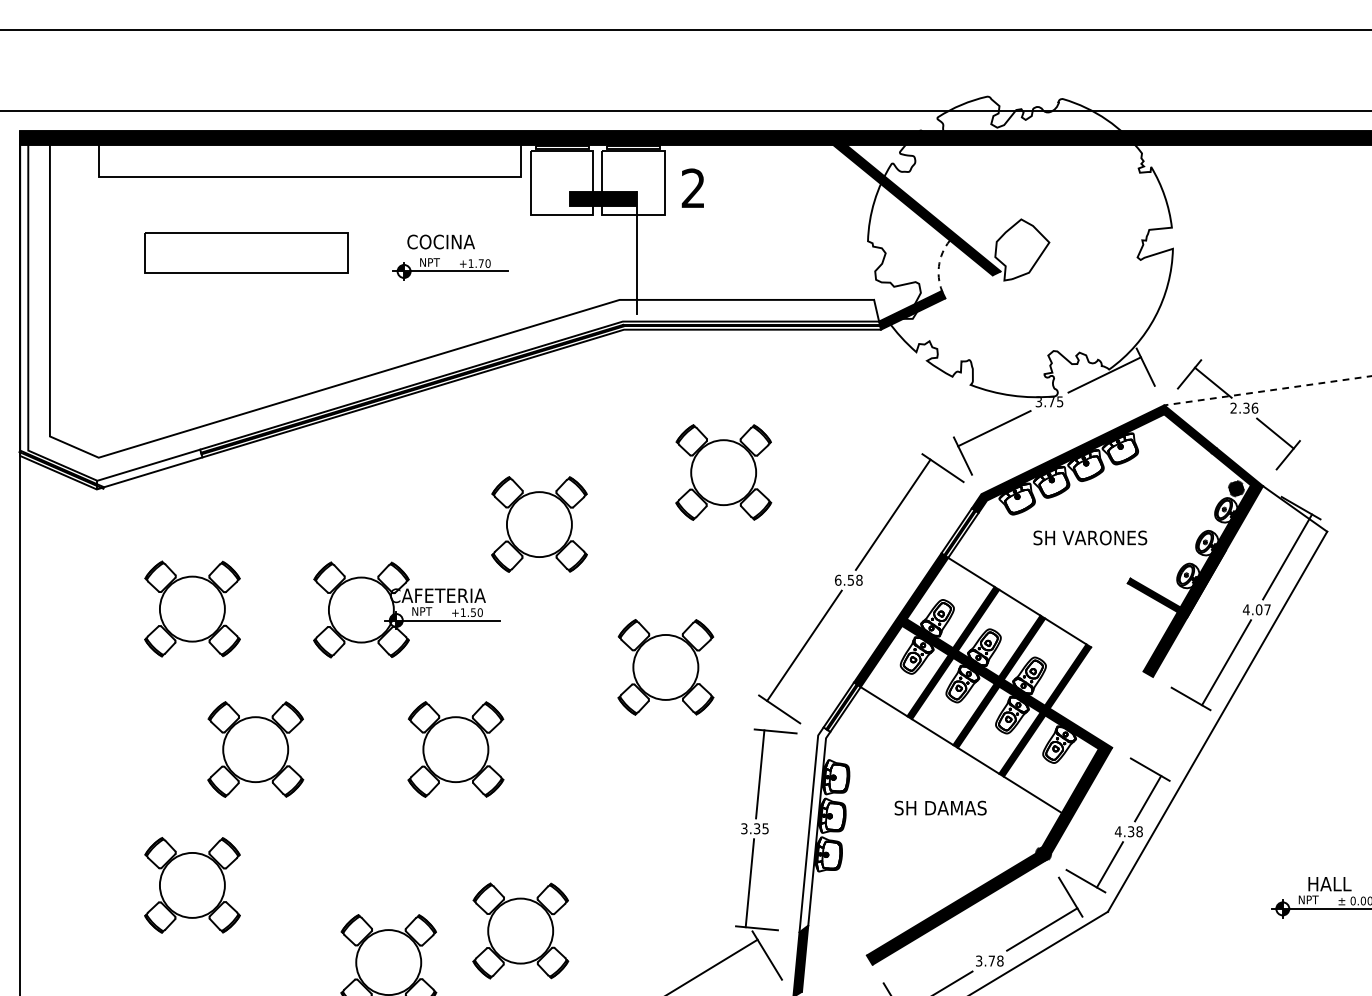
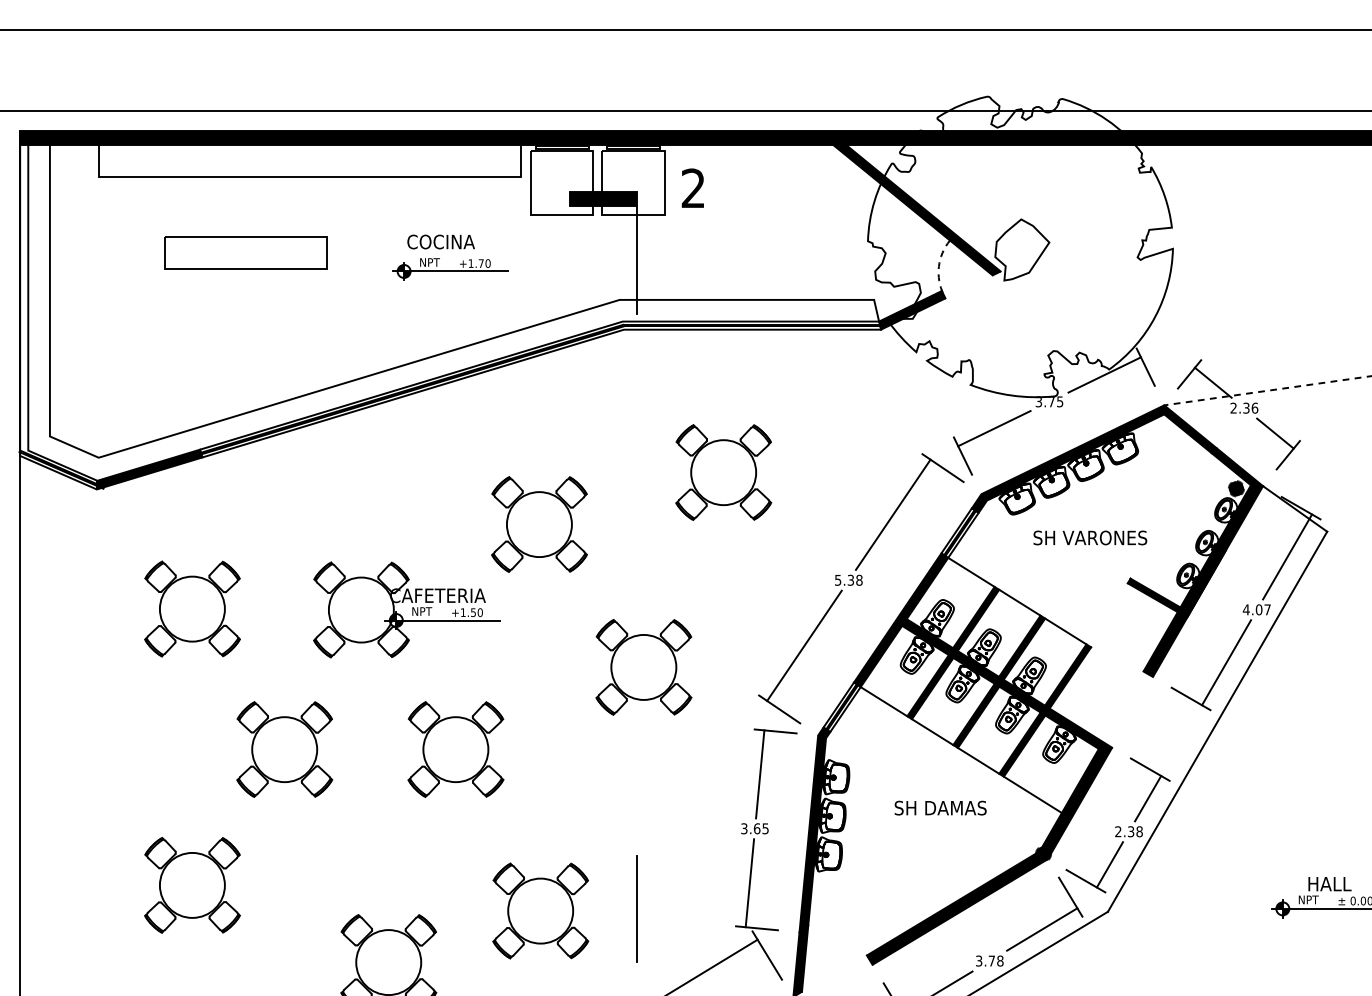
part at (246, 252) size: 205x42 px -> 164x34 px
fill at (149, 469): none -> present
text at (844, 579): 6.58 -> 5.38
part at (665, 667) position: (665, 667) -> (643, 667)
part at (255, 749) position: (255, 749) -> (284, 749)
text at (756, 828): 3.35 -> 3.65
fill at (814, 829): none -> present
text at (1117, 831): 4.38 -> 2.38
line at (637, 908): none -> present
part at (520, 930) position: (520, 930) -> (540, 910)
